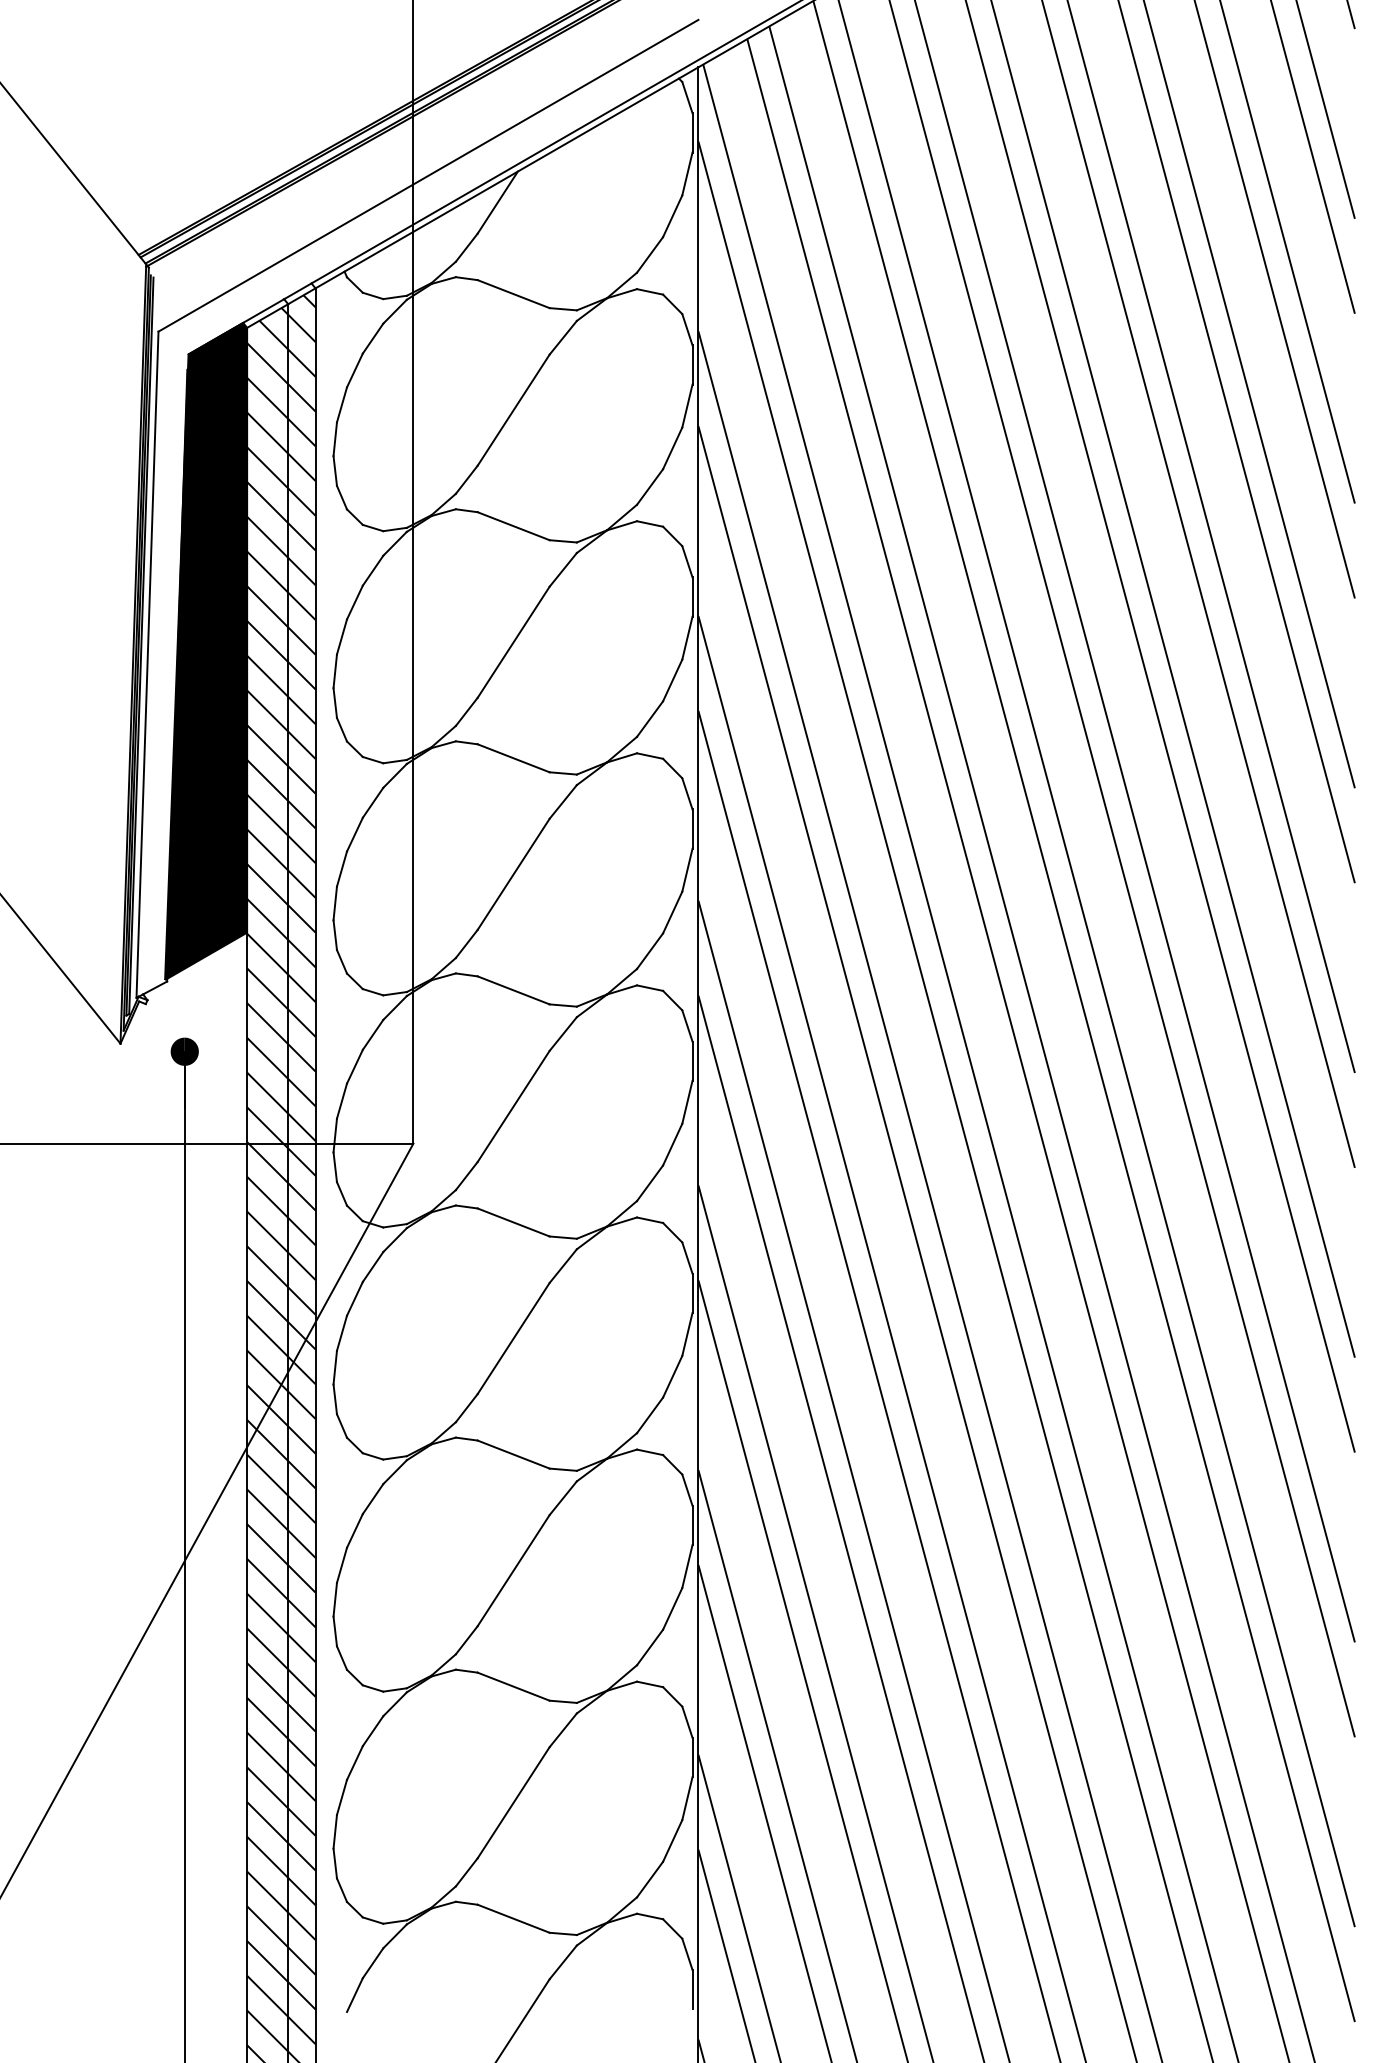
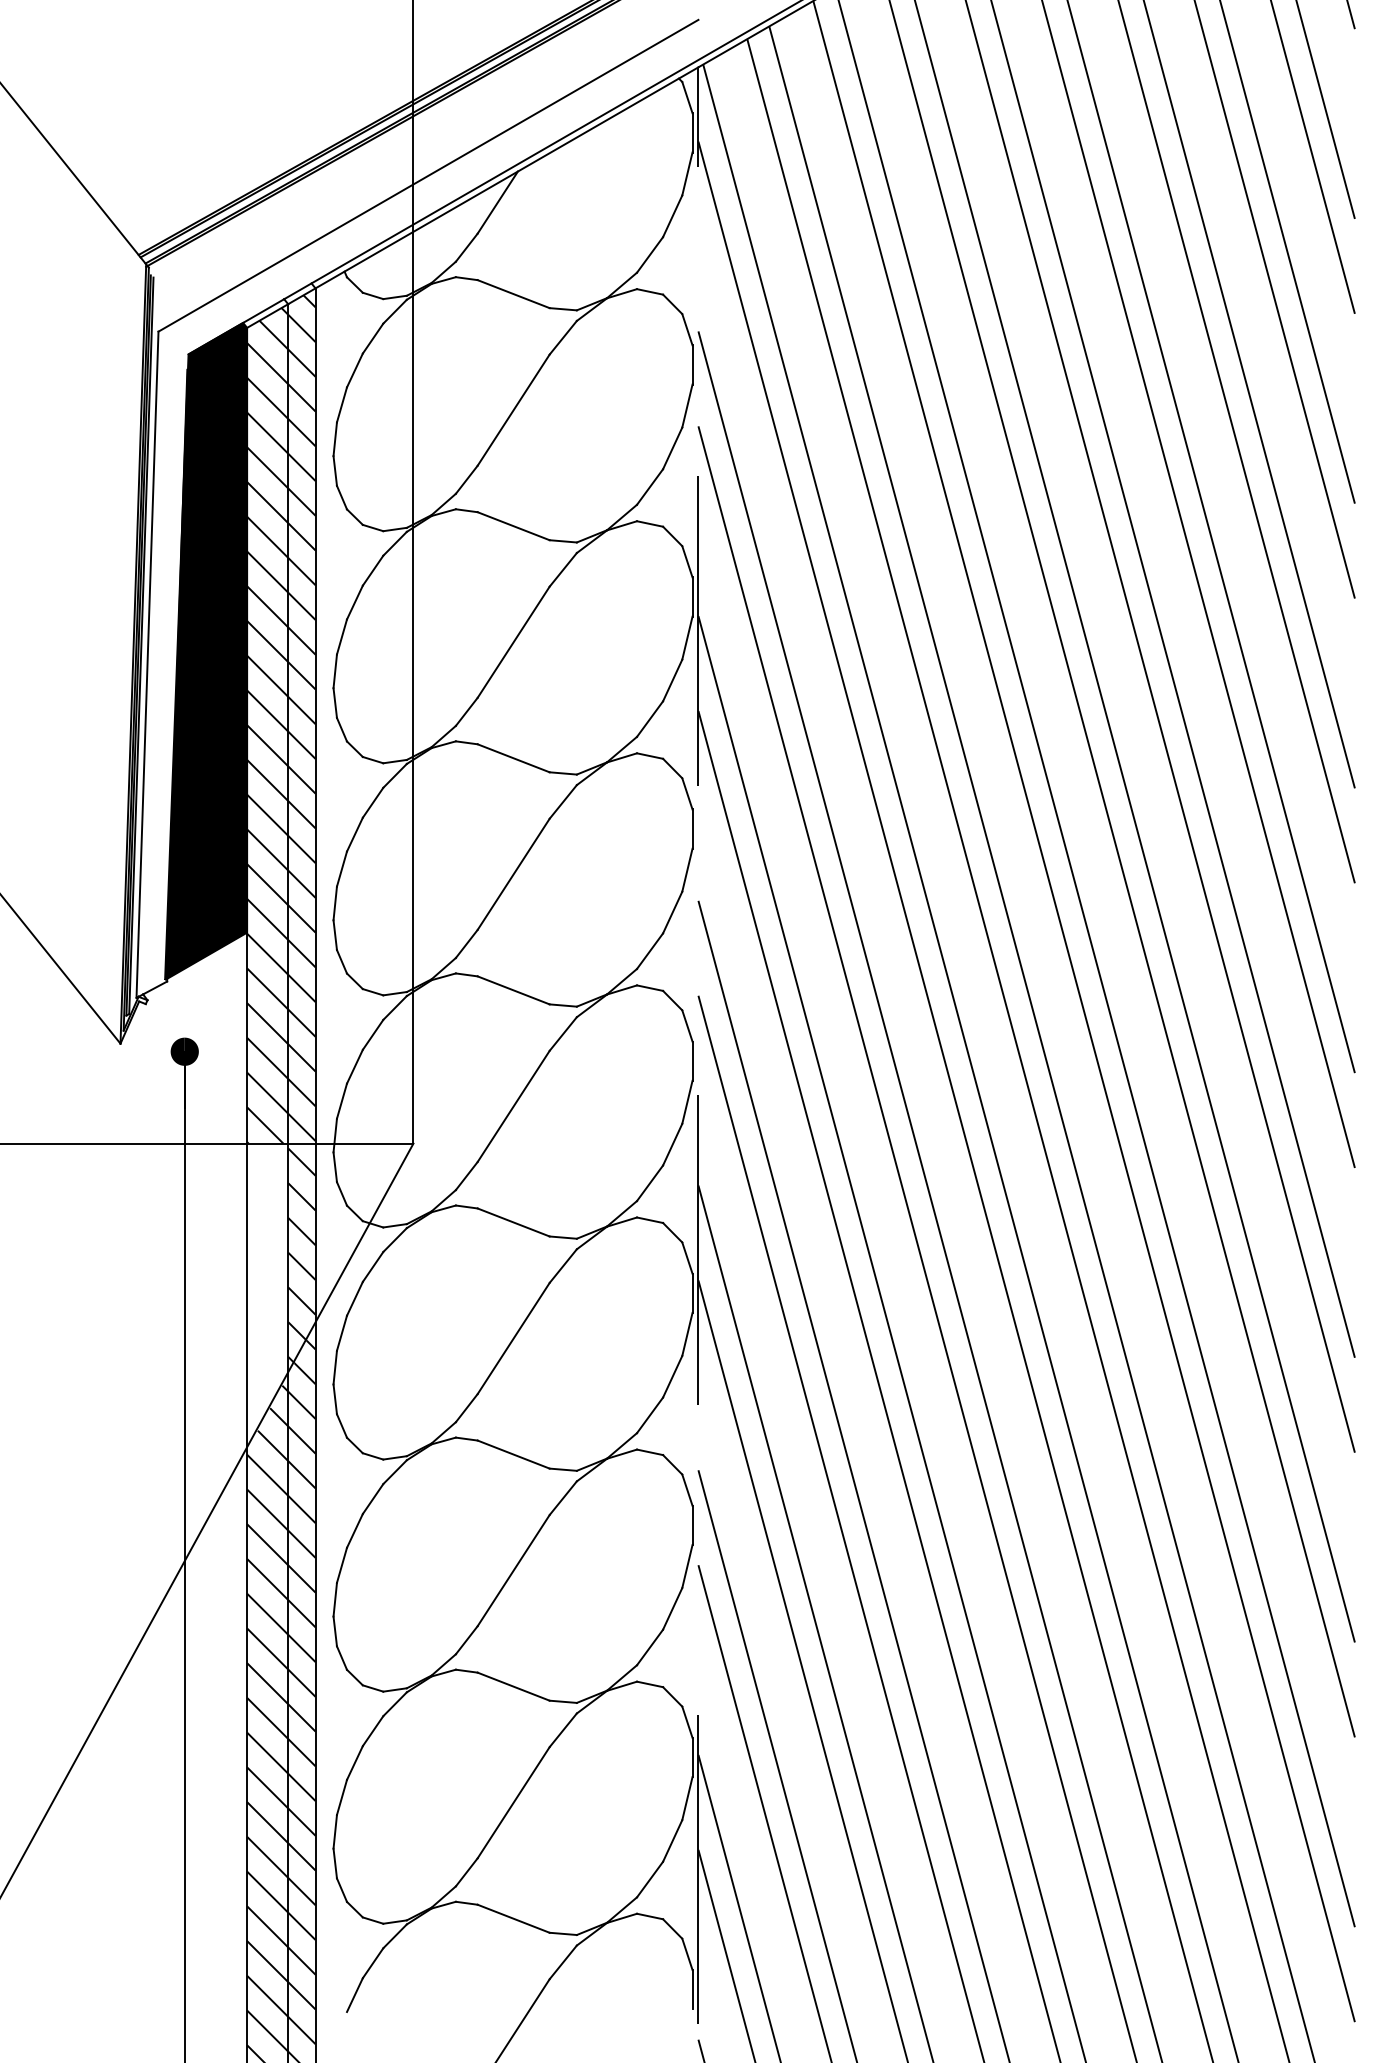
line at (698, 1065): solid -> dashed
hatch at (267, 1286): present -> none
